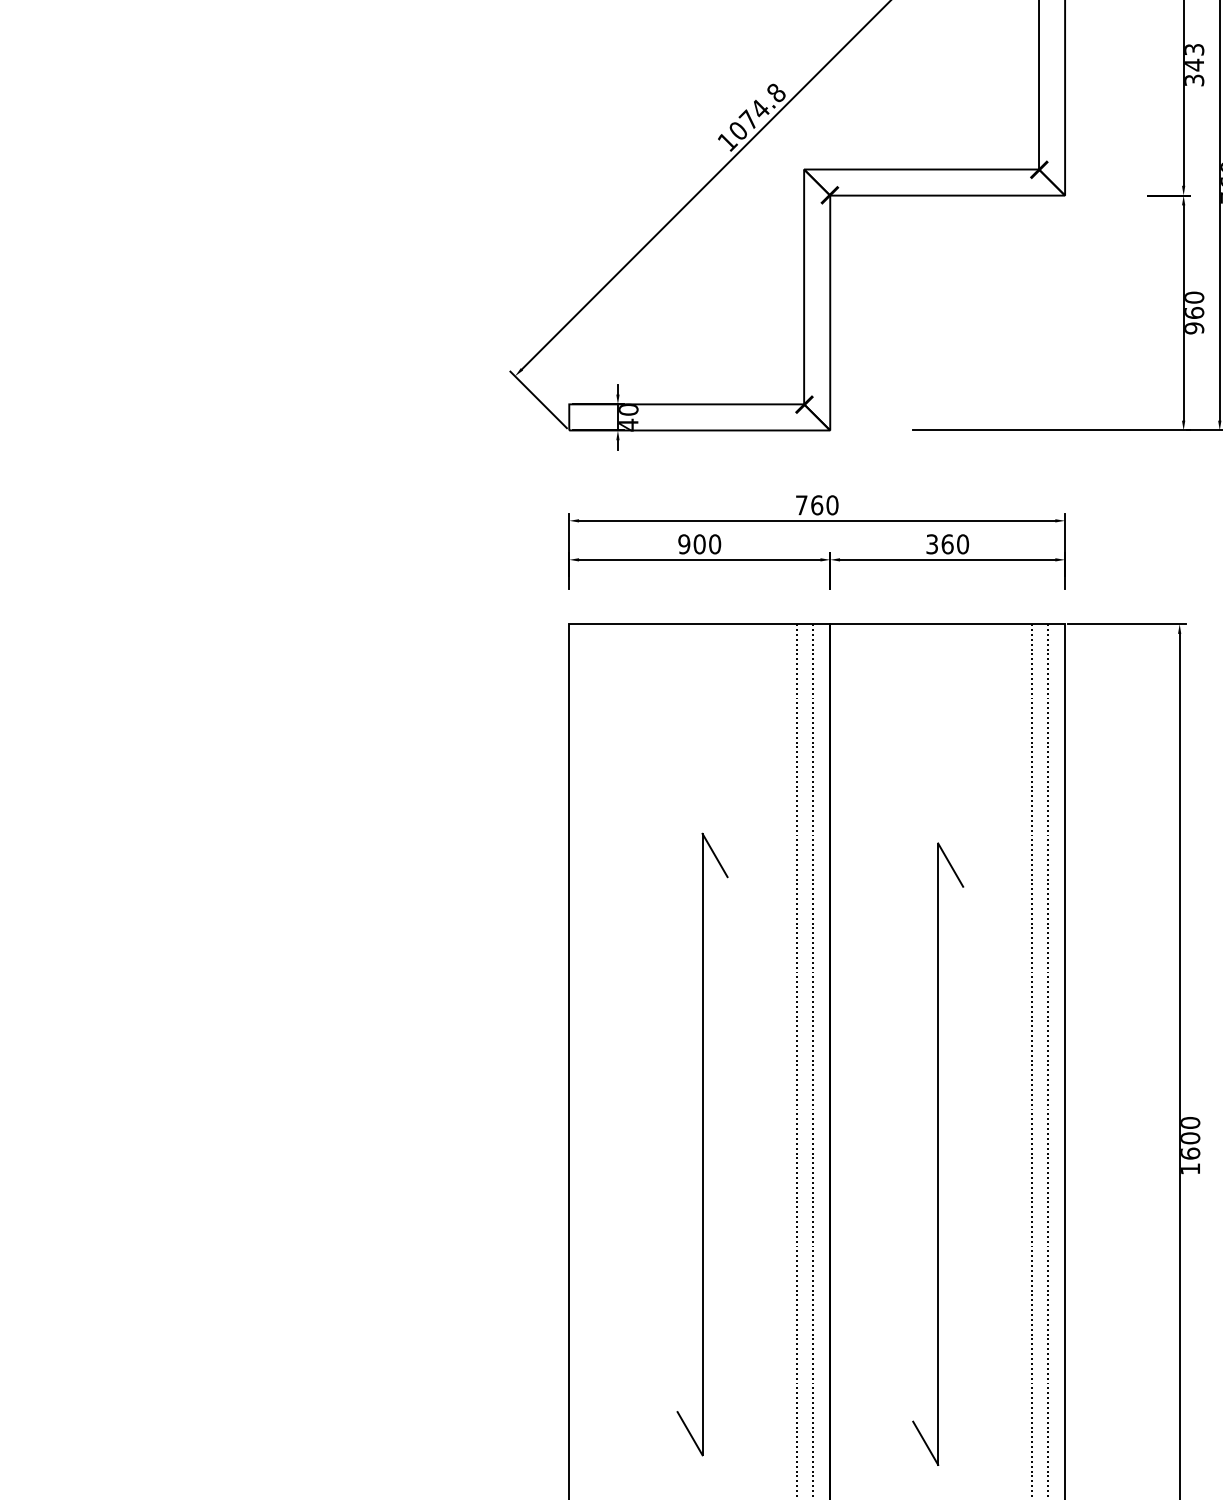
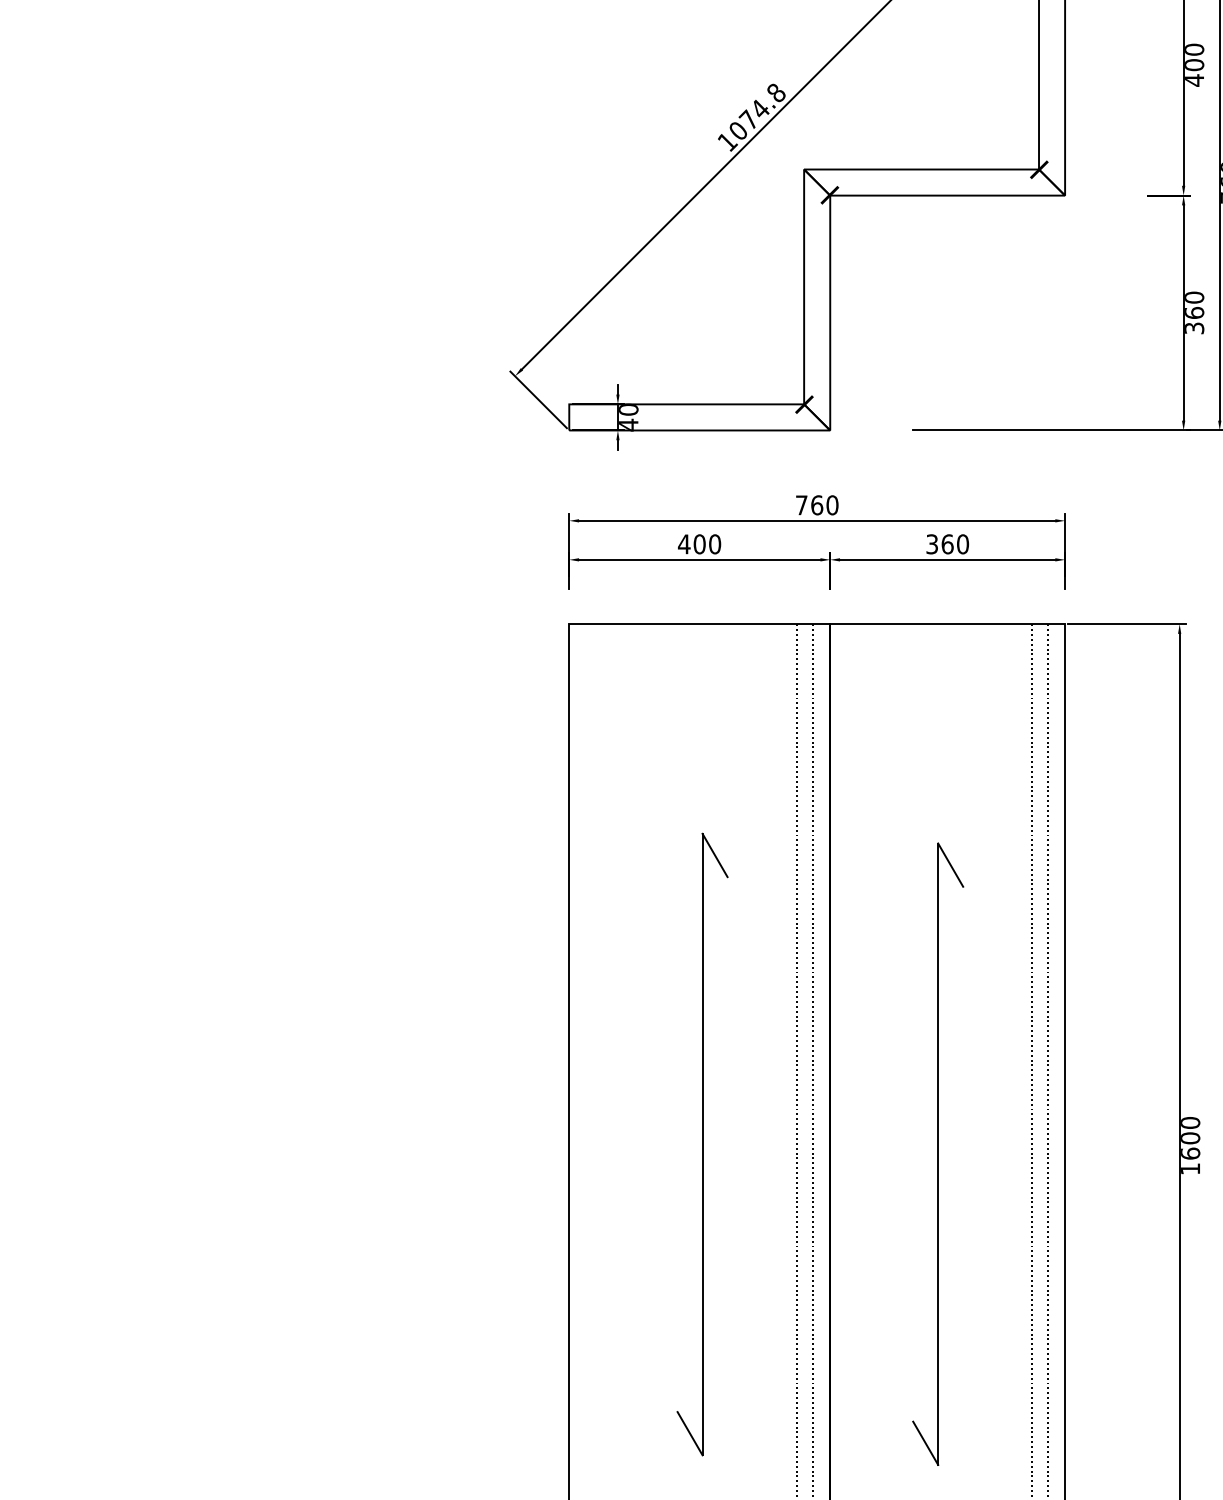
text at (1194, 64): 343 -> 400
text at (1194, 328): 960 -> 360
text at (683, 544): 900 -> 400
